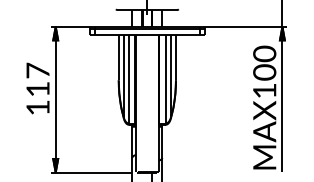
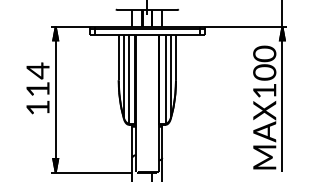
text at (37, 70): 117 -> 114
